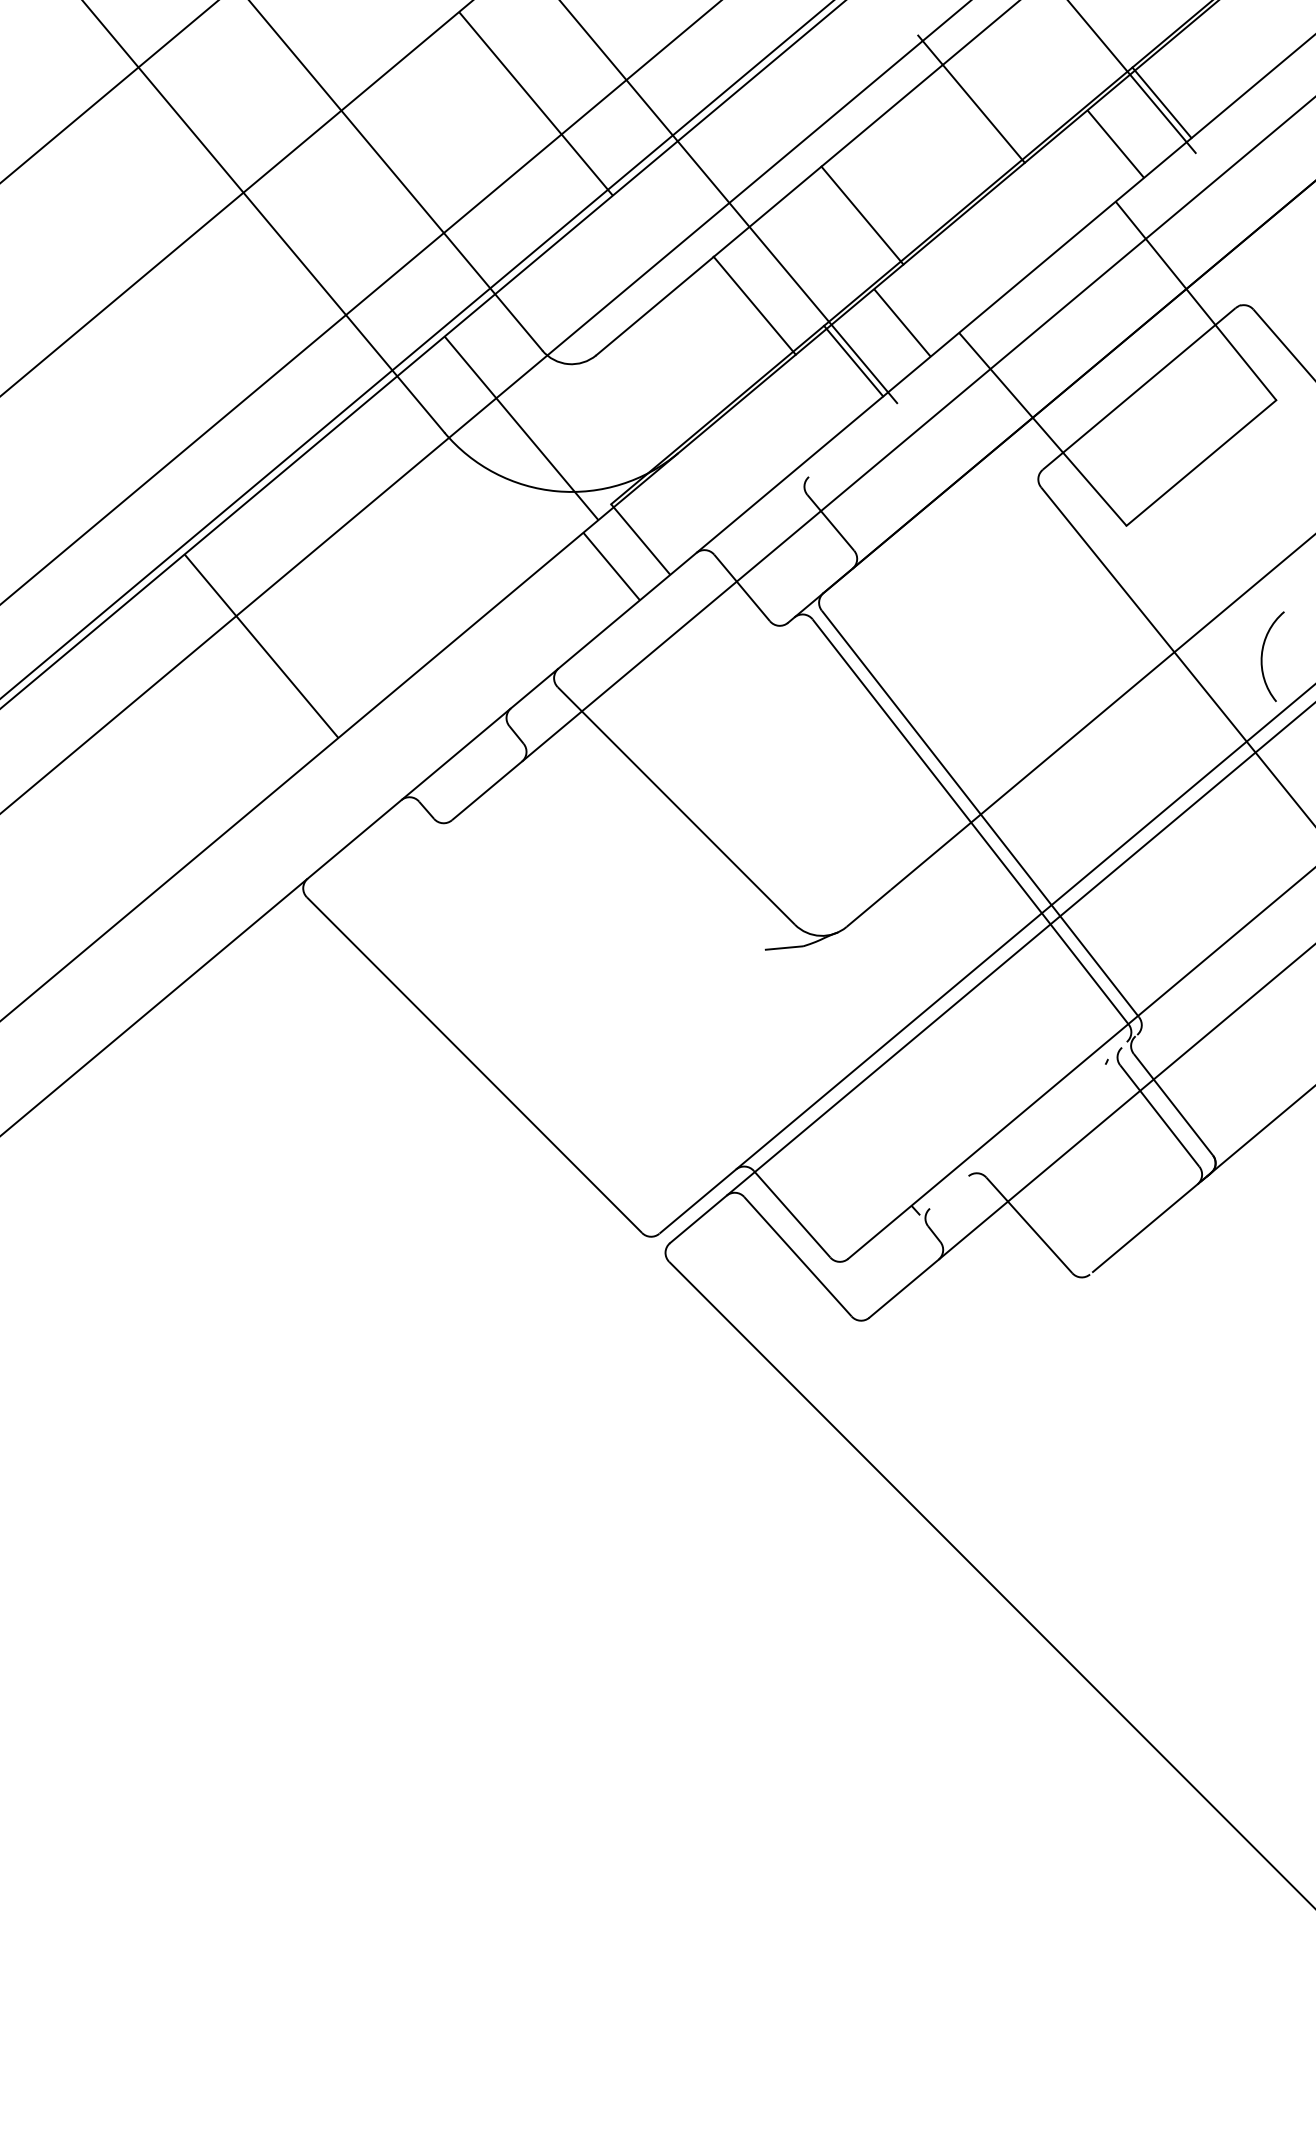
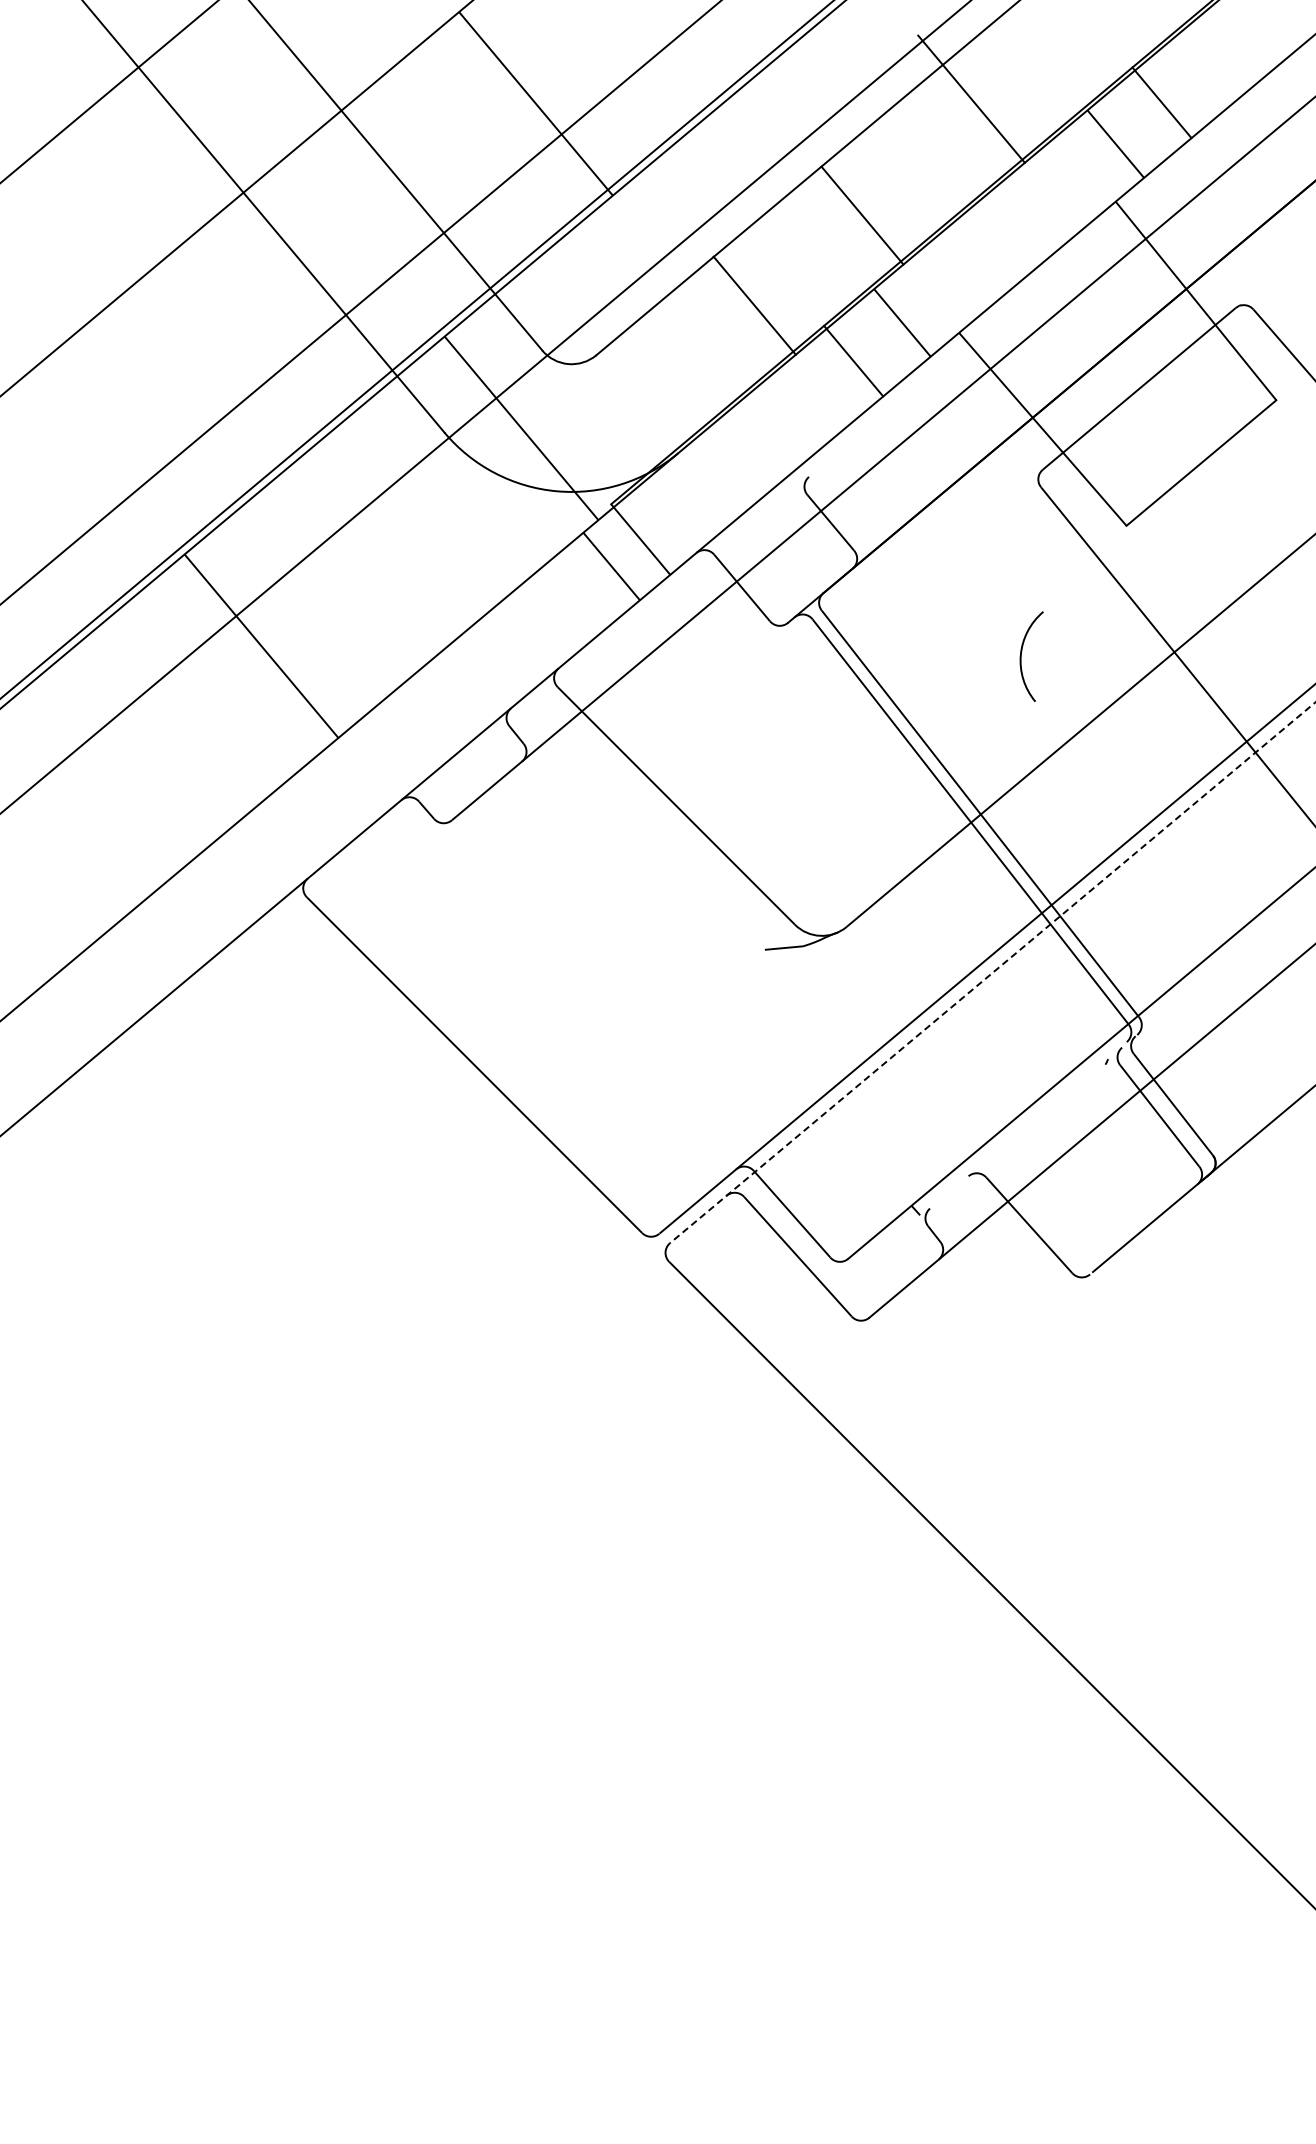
line at (1132, 77): present -> none
line at (729, 202): present -> none
arc at (1262, 656) position: (1262, 656) -> (1021, 656)
line at (992, 972): solid -> dashed
